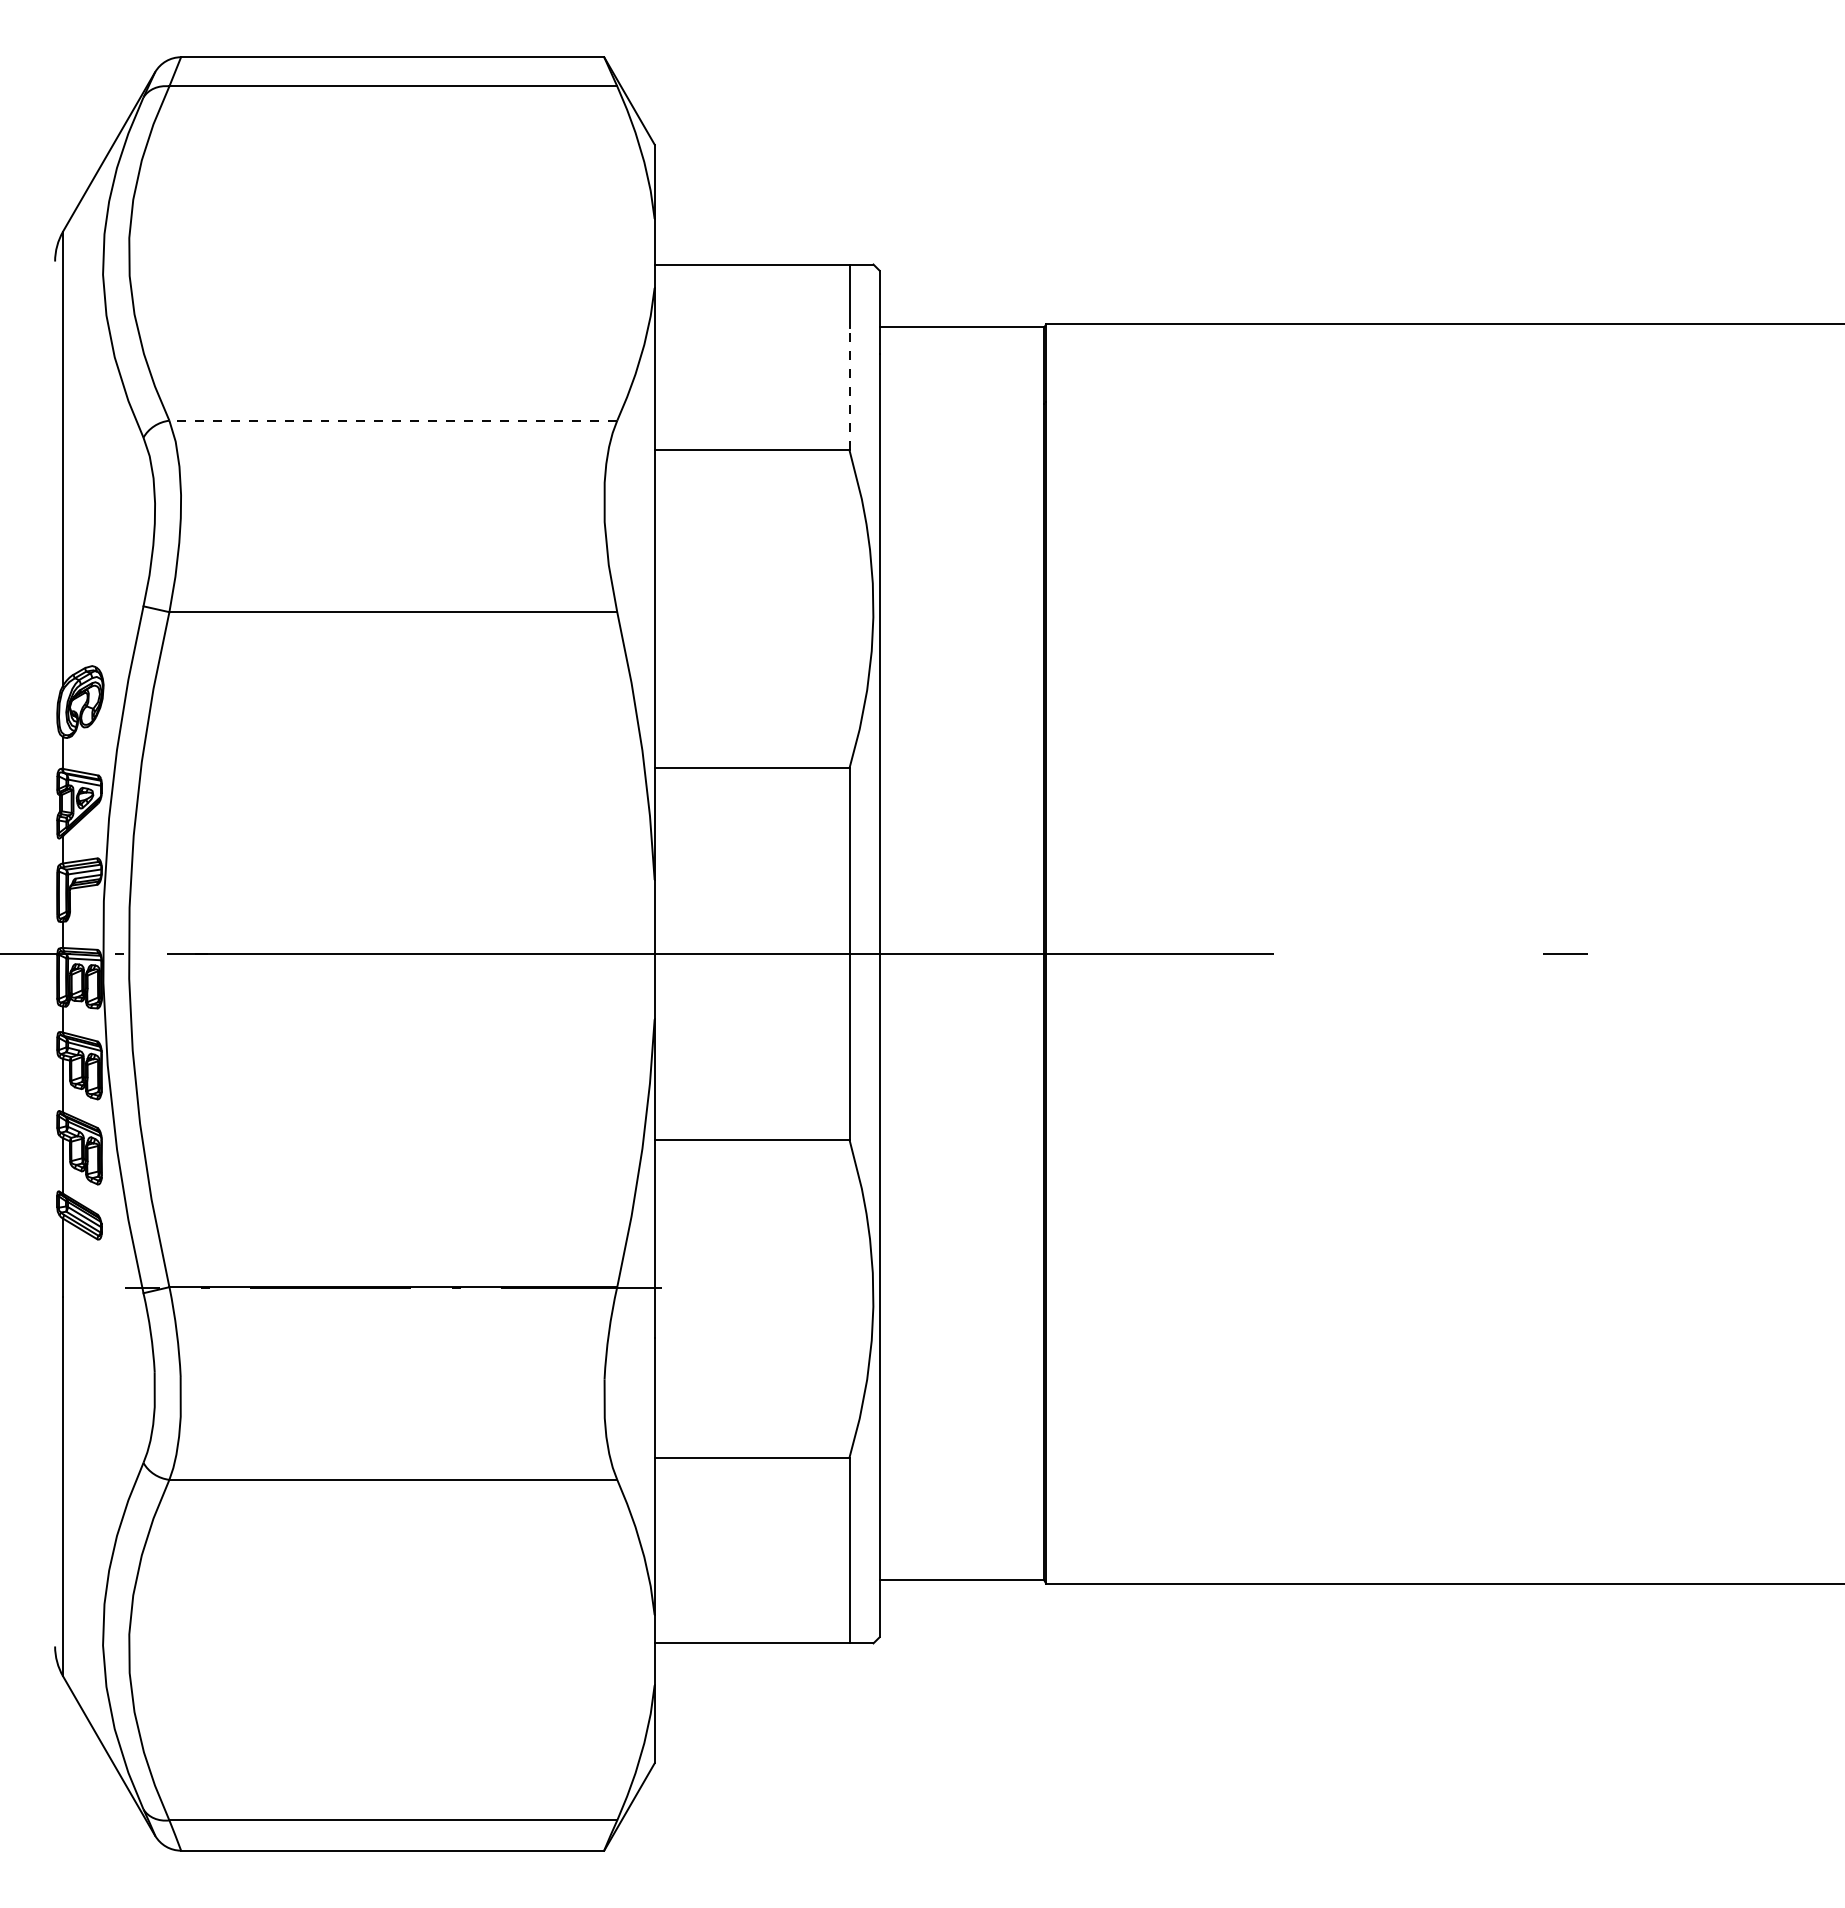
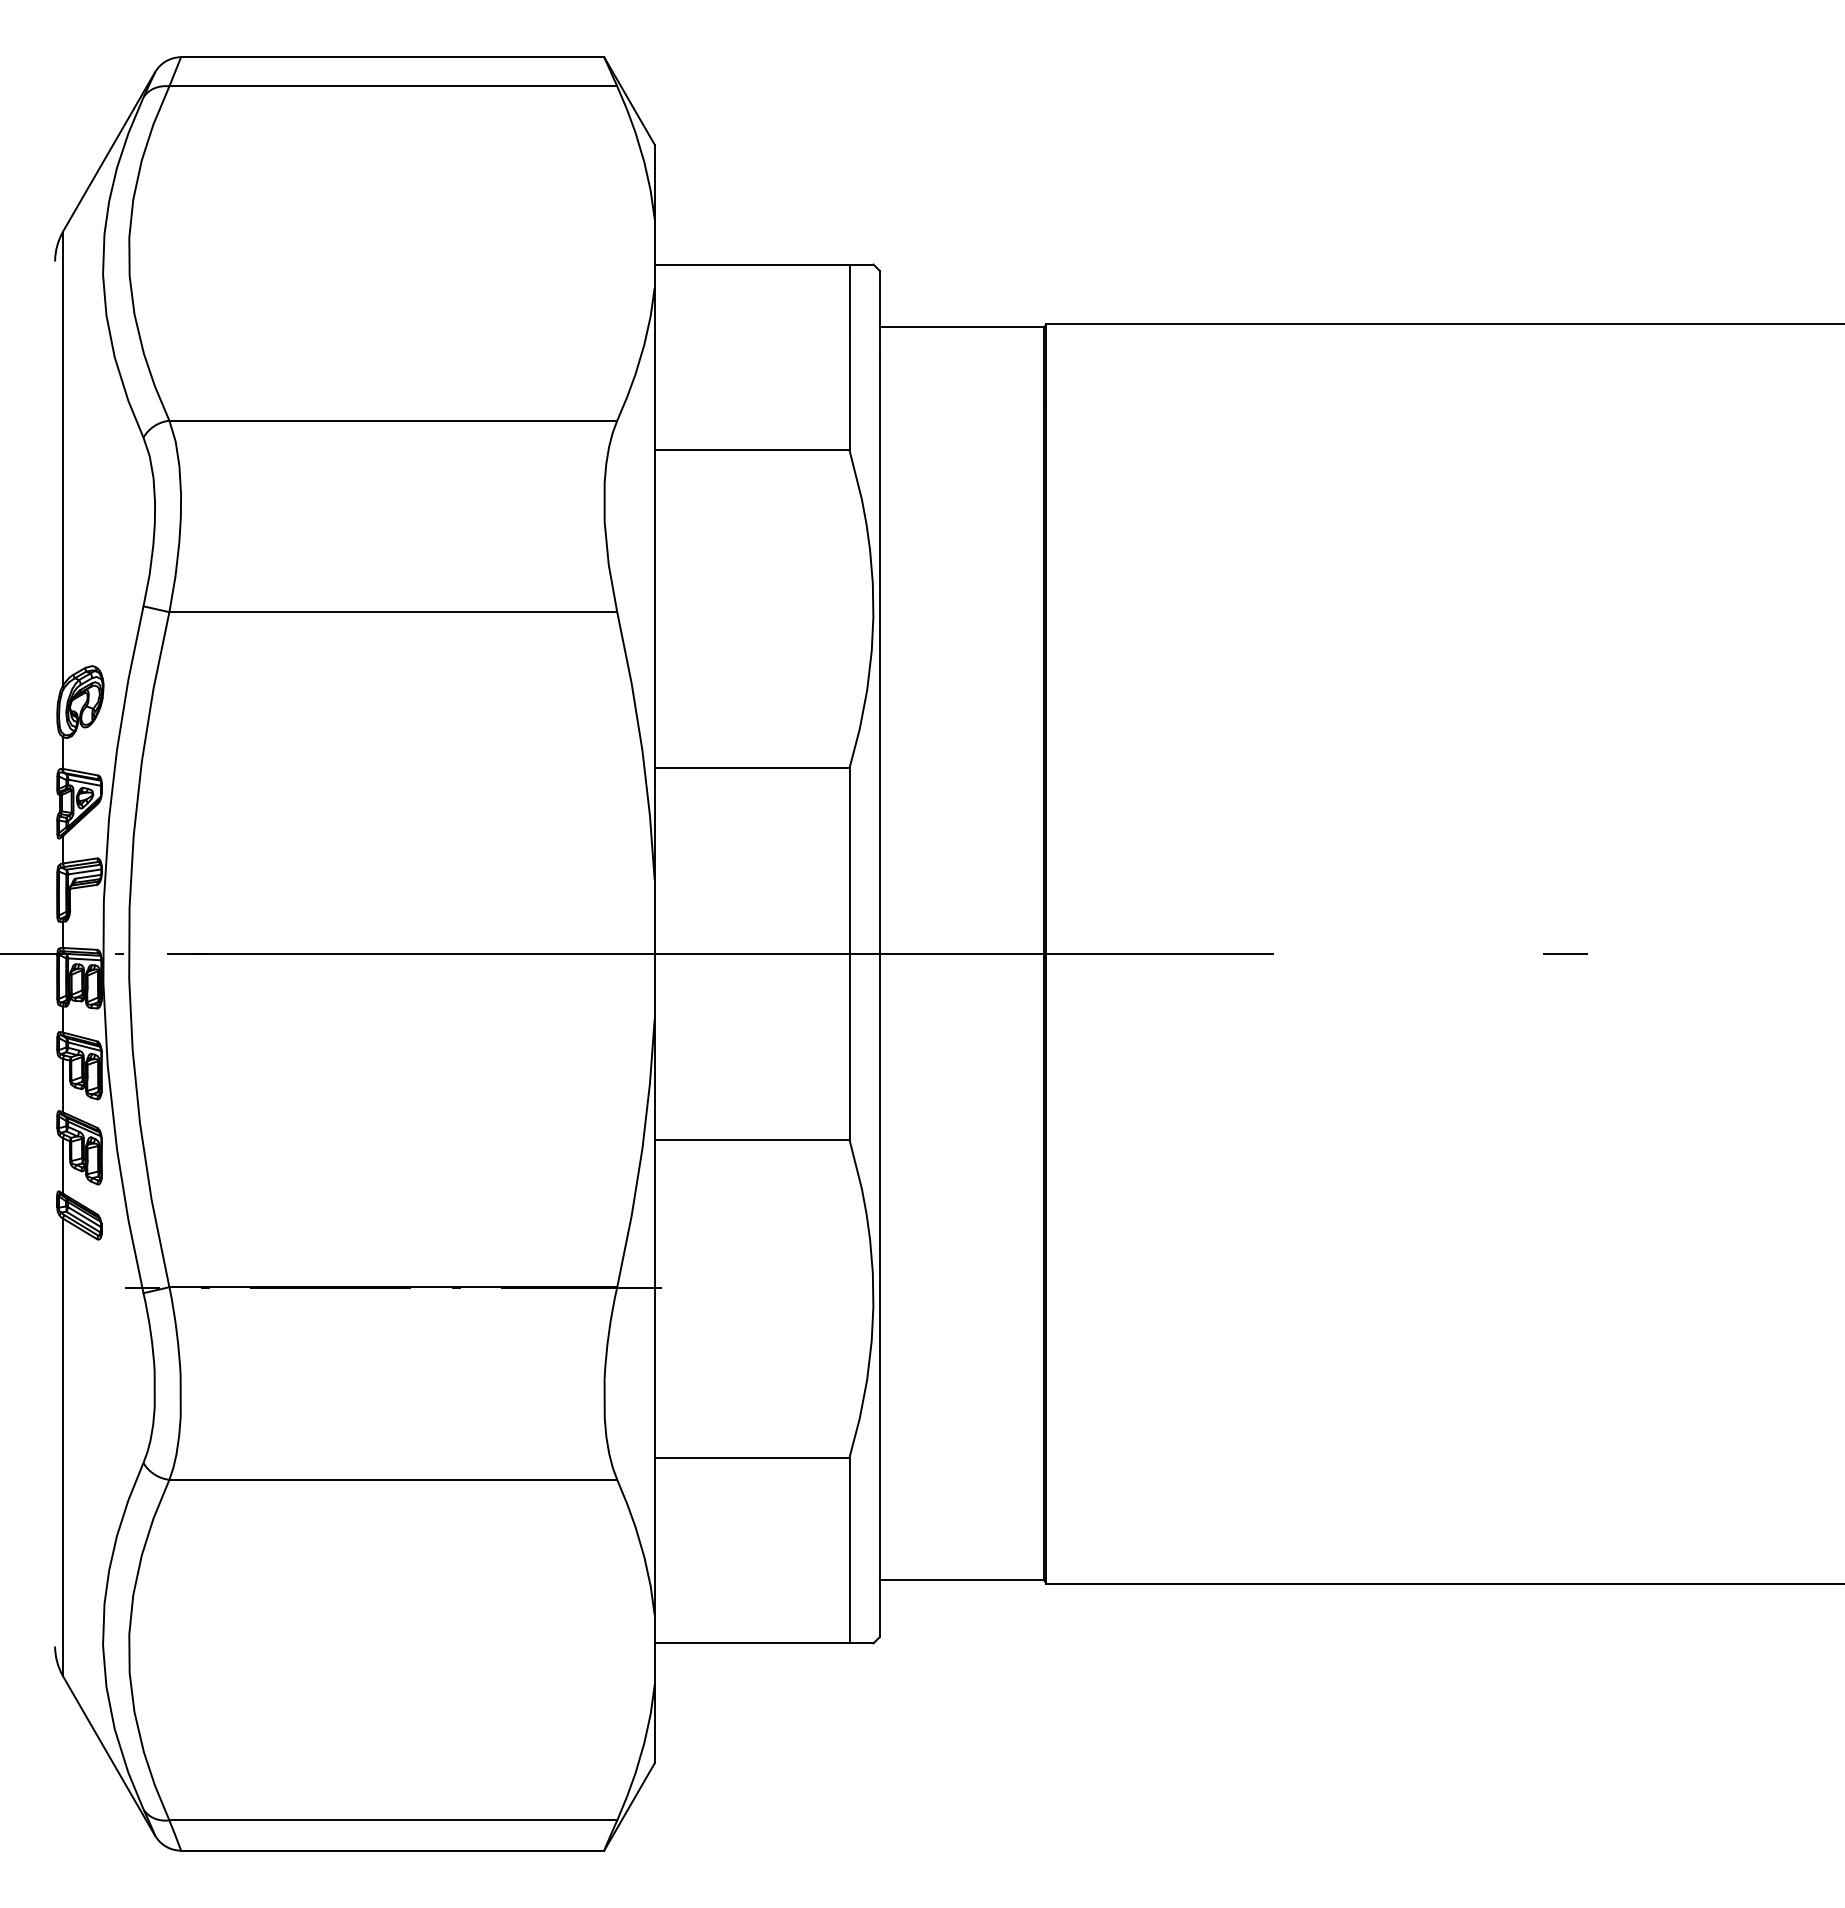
line at (849, 388): dashed -> solid
line at (393, 420): dashed -> solid
